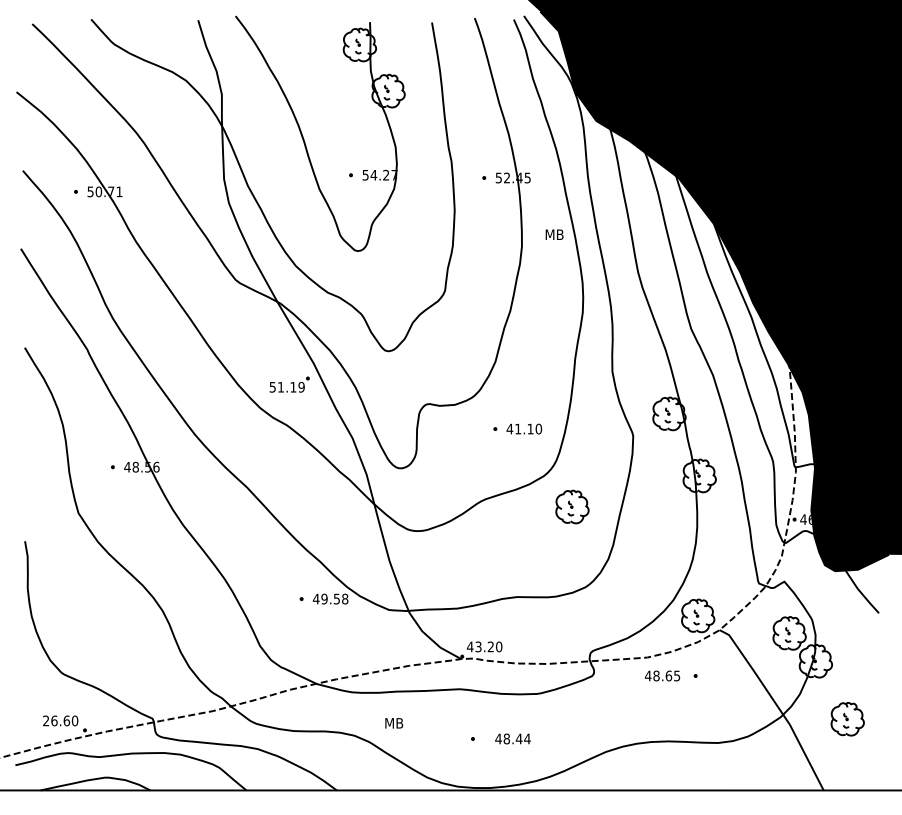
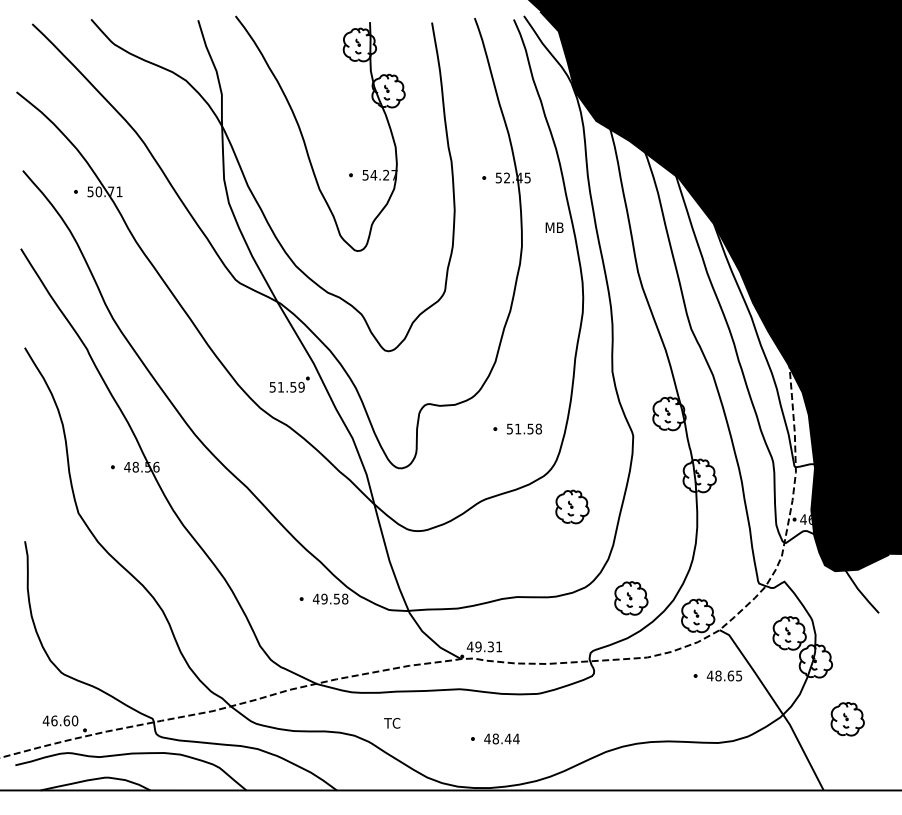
text at (554, 234) position: (554, 234) -> (554, 227)
text at (293, 387): 51.19 -> 51.59
text at (524, 428): 41.10 -> 51.58
part at (631, 598): none -> present
text at (488, 646): 43.20 -> 49.31
text at (662, 675) position: (662, 675) -> (724, 675)
text at (45, 720): 26.60 -> 46.60
text at (393, 723): MB -> TC
text at (512, 738) position: (512, 738) -> (501, 738)
